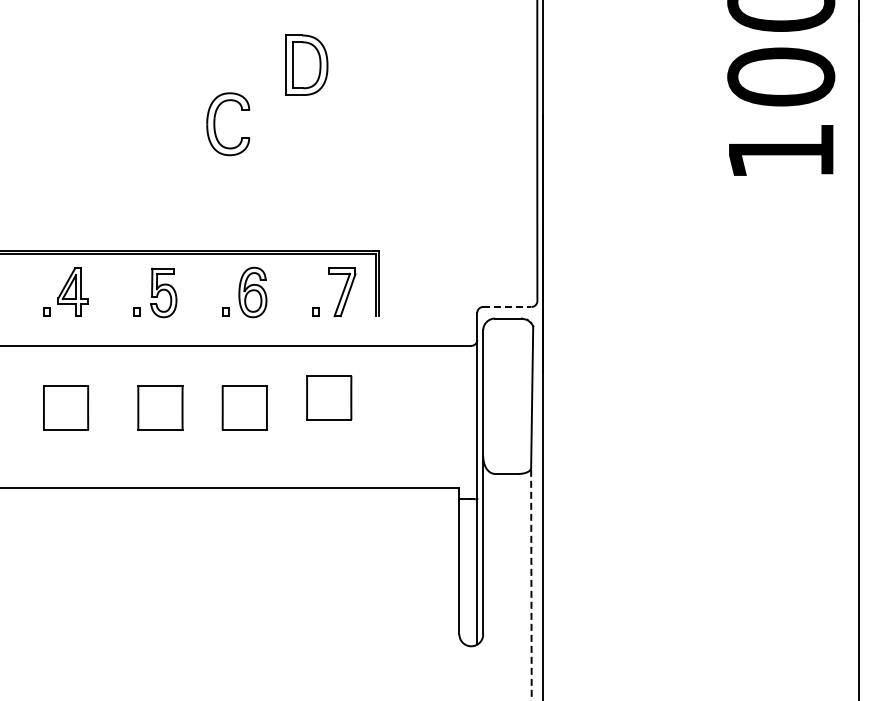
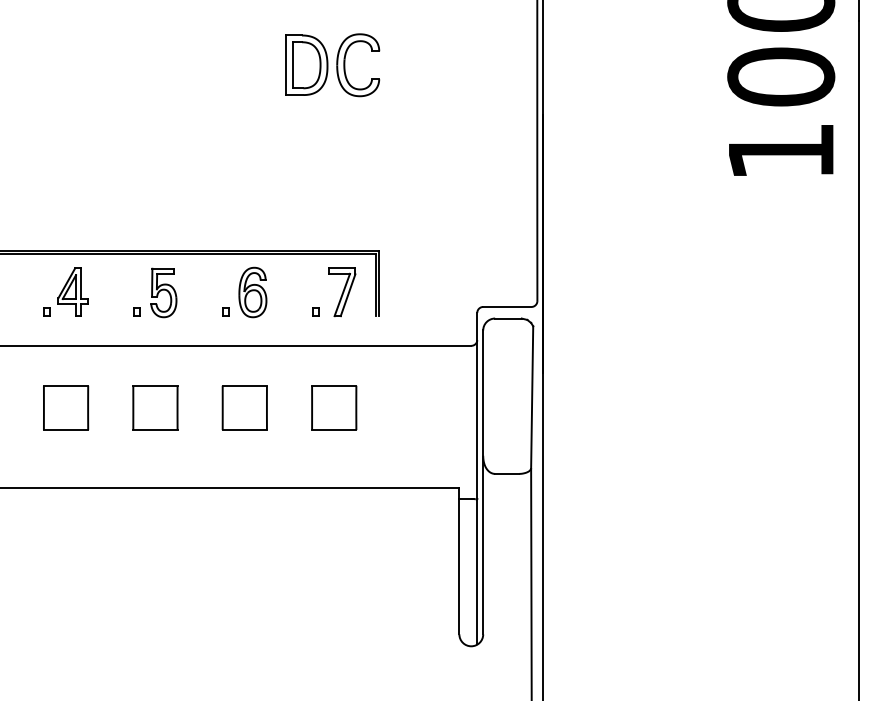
part at (215, 124) position: (215, 124) -> (345, 65)
line at (507, 306): dashed -> solid
part at (329, 397) position: (329, 397) -> (334, 407)
part at (160, 407) position: (160, 407) -> (155, 407)
line at (531, 584): dashed -> solid
